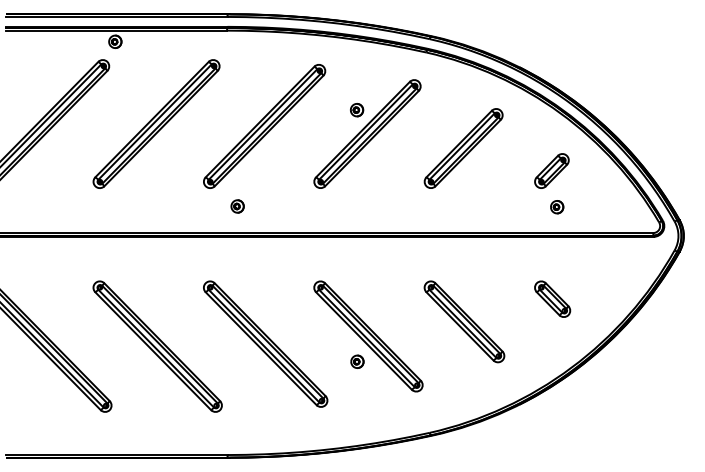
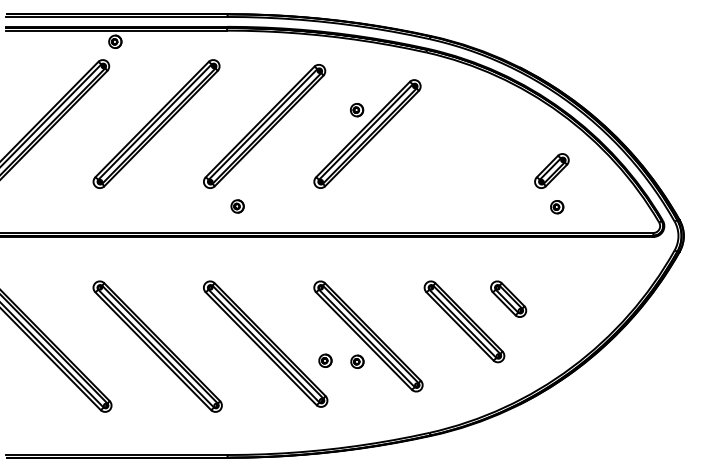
part at (463, 148): present -> none
part at (552, 298) position: (552, 298) -> (508, 298)
part at (325, 360): none -> present
